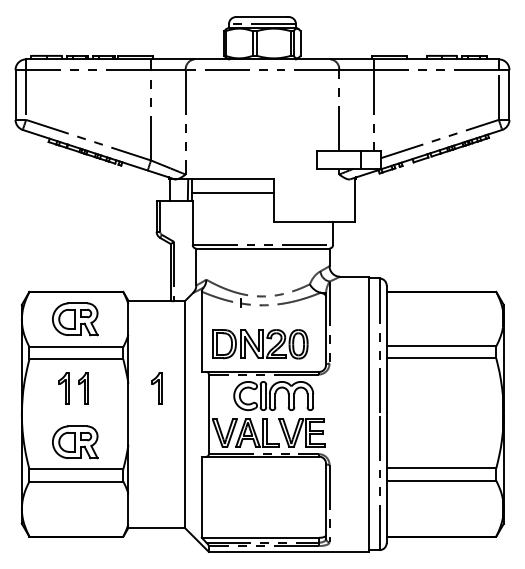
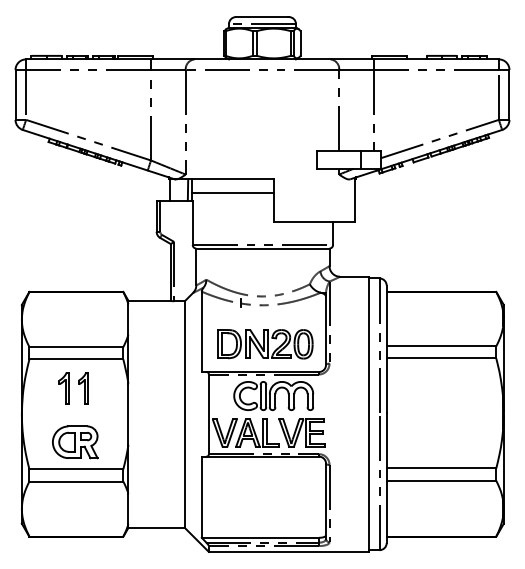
part at (75, 319): present -> none
part at (260, 344) position: (260, 344) -> (265, 344)
part at (156, 388): present -> none
